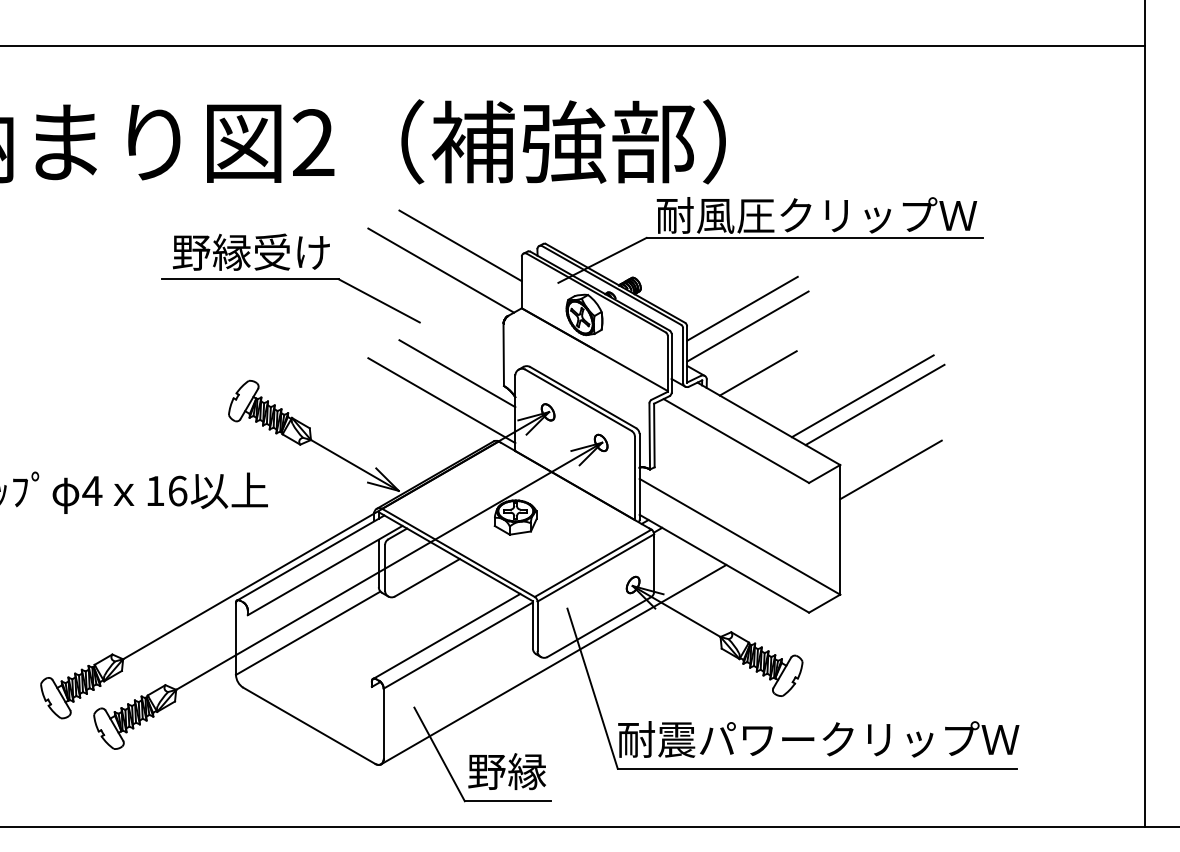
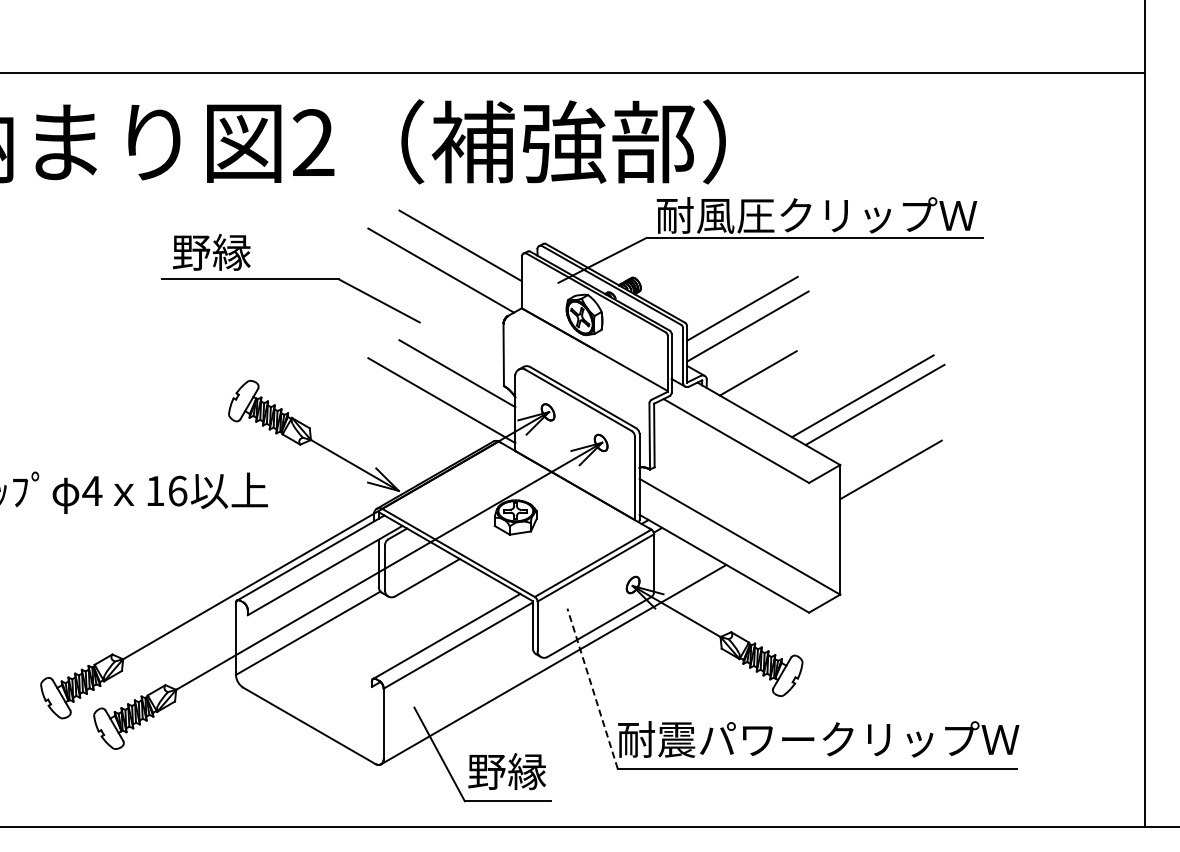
line at (573, 45) position: (573, 45) -> (573, 72)
text at (291, 251): 野縁受け -> 野縁
line at (592, 688): solid -> dashed
